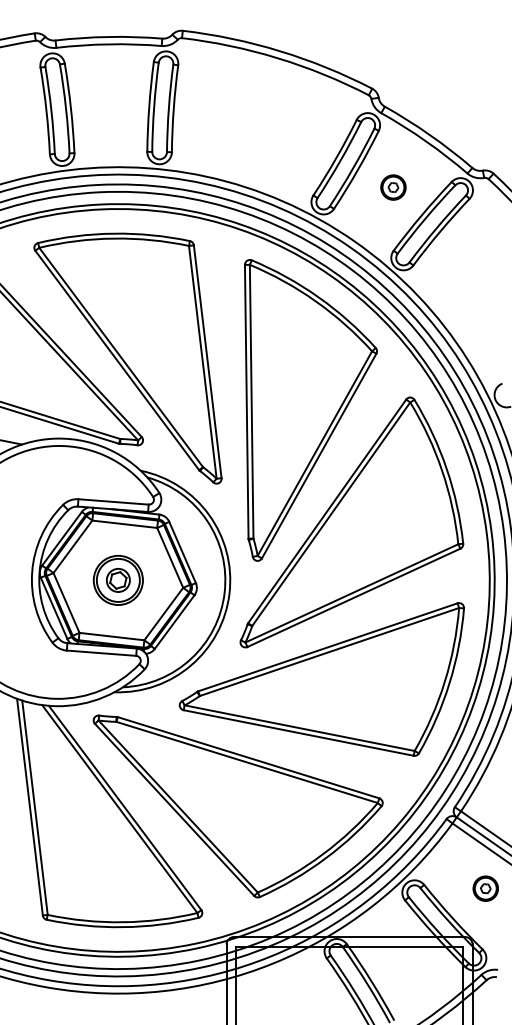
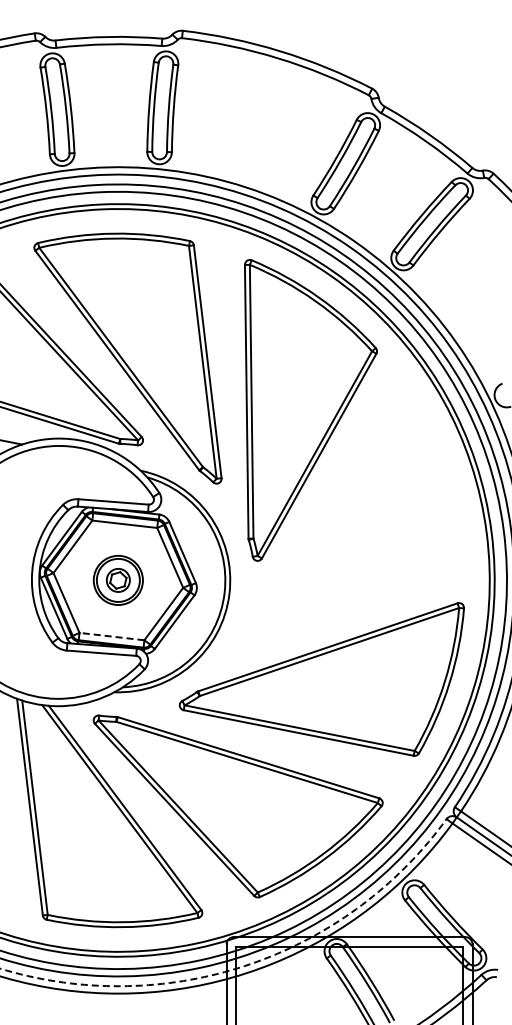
part at (393, 187): present -> none
part at (351, 522): present -> none
line at (111, 636): solid -> dashed
part at (485, 888): present -> none
arc at (246, 965): solid -> dashed
